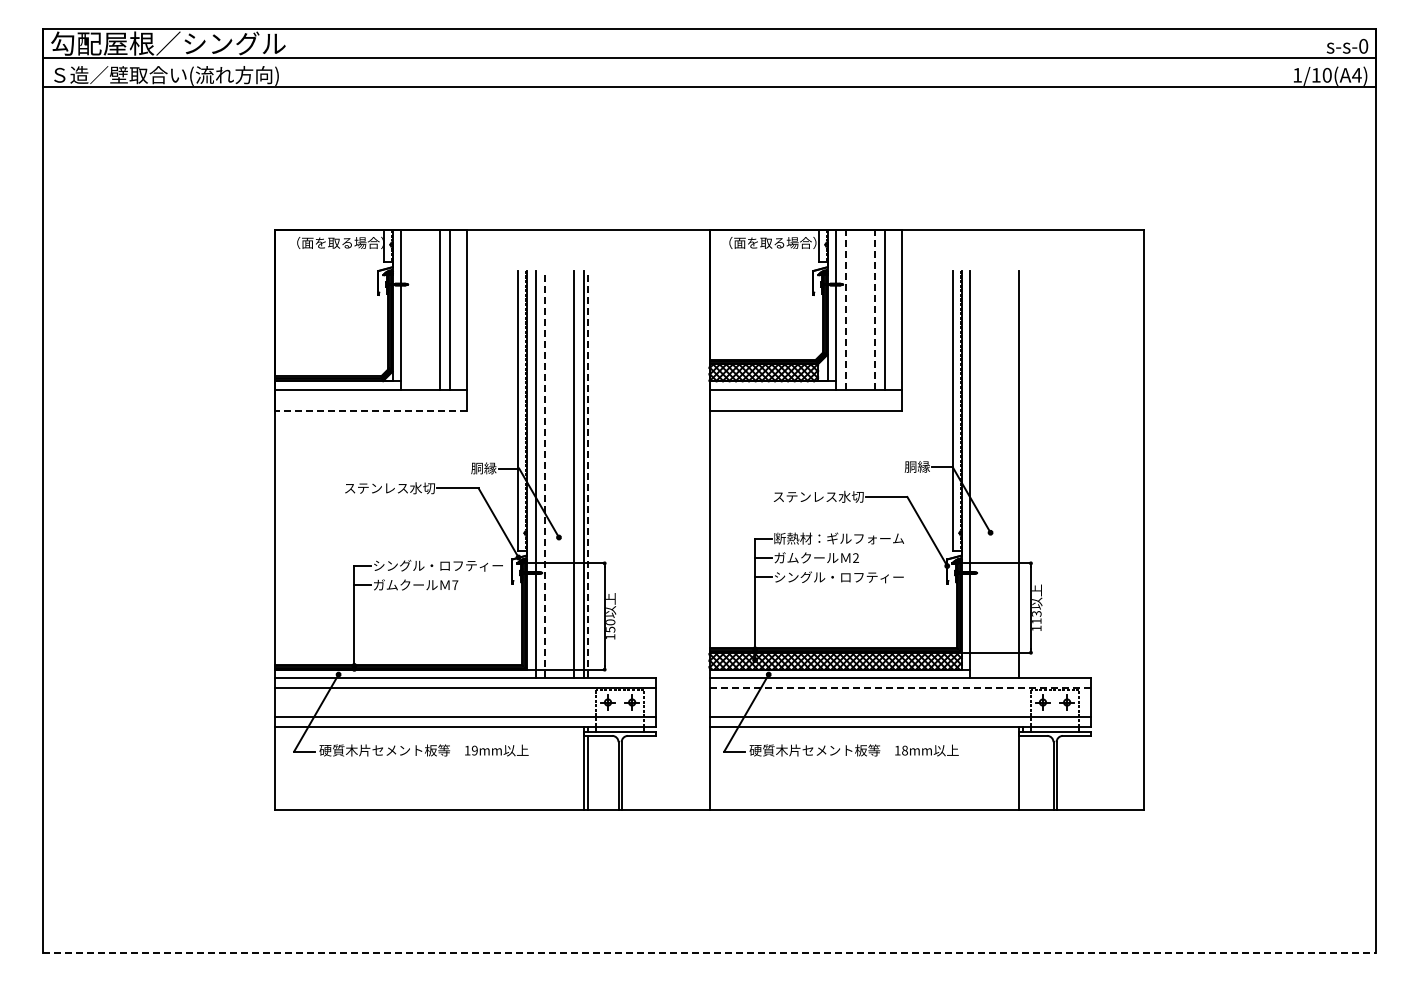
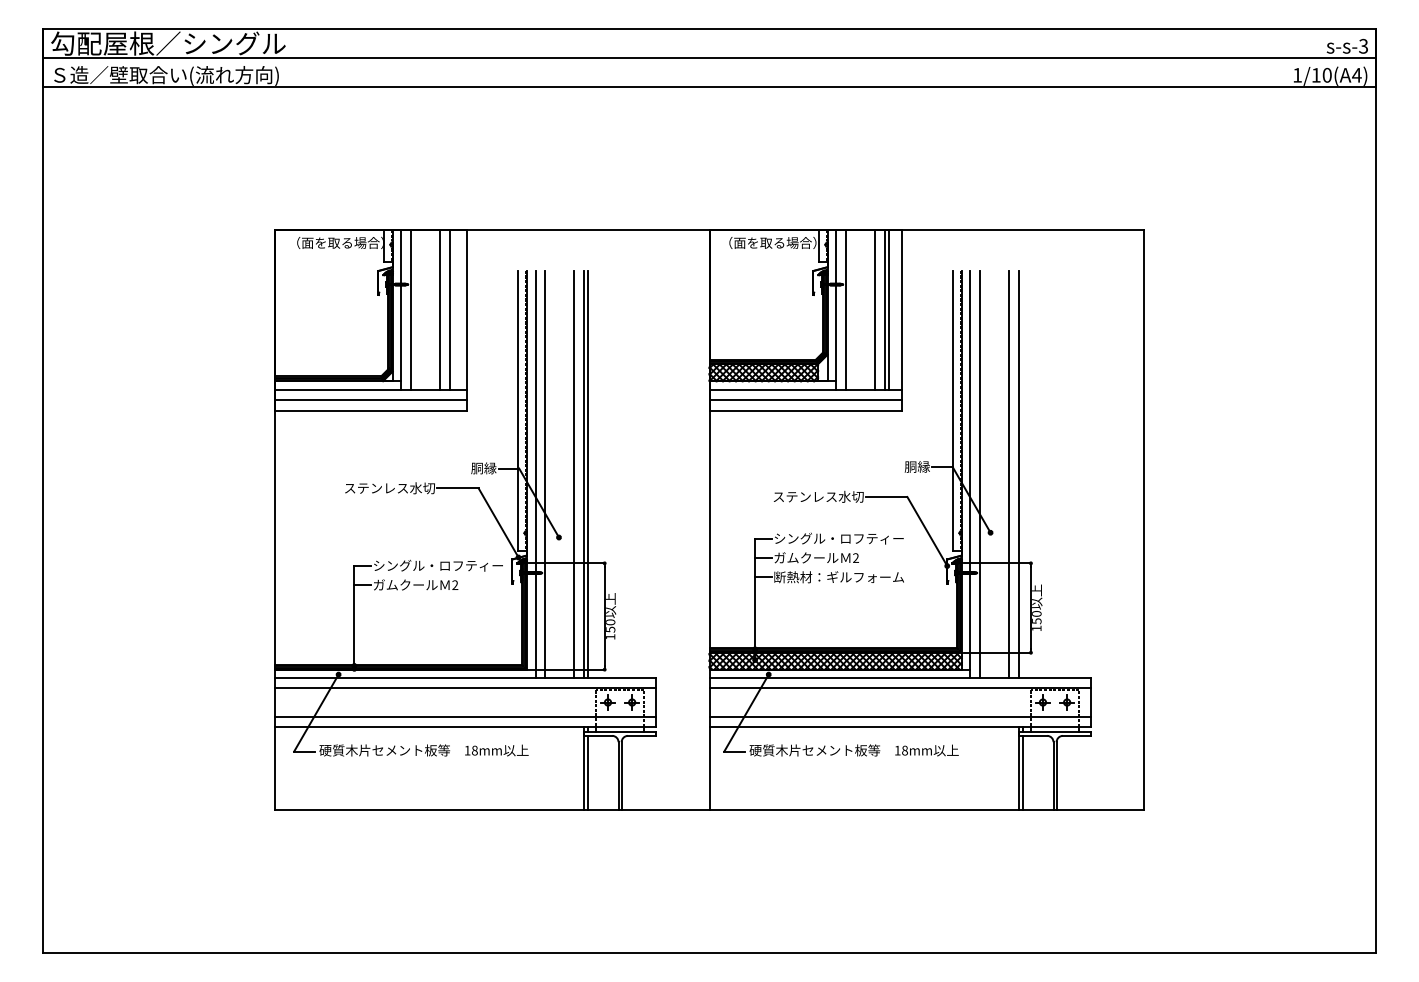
text at (1363, 46): s-s-0 -> s-s-3
line at (411, 309): none -> present
line at (846, 309): dashed -> solid
line at (875, 309): dashed -> solid
line at (889, 309): none -> present
line at (370, 399): none -> present
line at (805, 399): none -> present
line at (370, 411): dashed -> solid
line at (545, 474): dashed -> solid
line at (588, 474): dashed -> solid
line at (980, 474): none -> present
line at (1009, 474): none -> present
text at (839, 538): 断熱材：ギルフォーム -> シングル・ロフティー
text at (838, 577): シングル・ロフティー -> 断熱材：ギルフォーム
text at (455, 584): 7 -> 2
text at (1036, 617): 113 -> 150
line at (900, 688): dashed -> solid
text at (474, 750): 19mm -> 18mm
line at (1023, 772): none -> present
line at (709, 952): dashed -> solid
